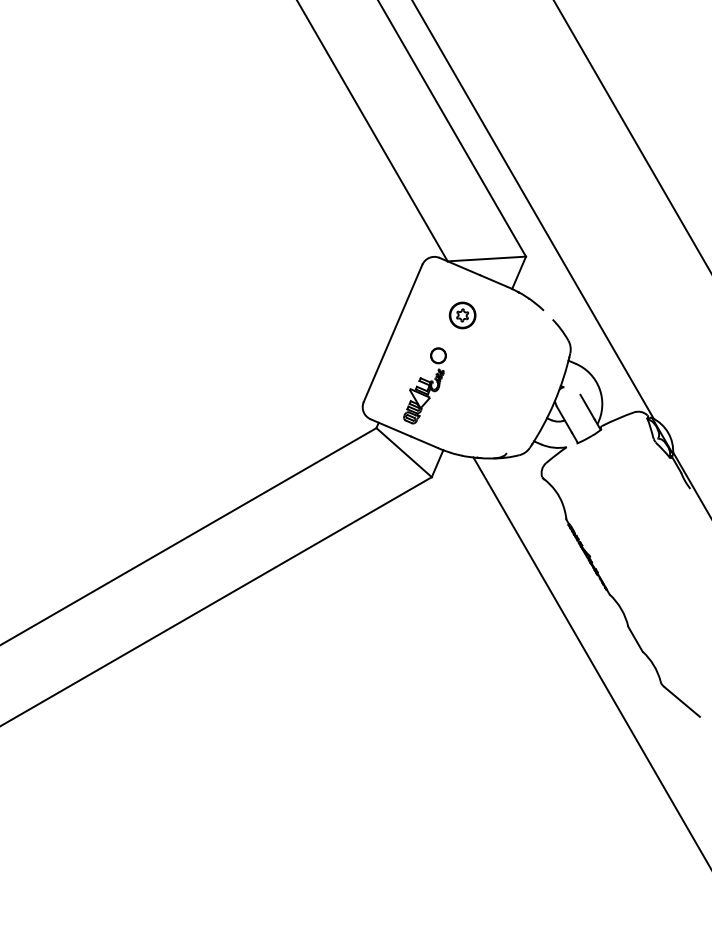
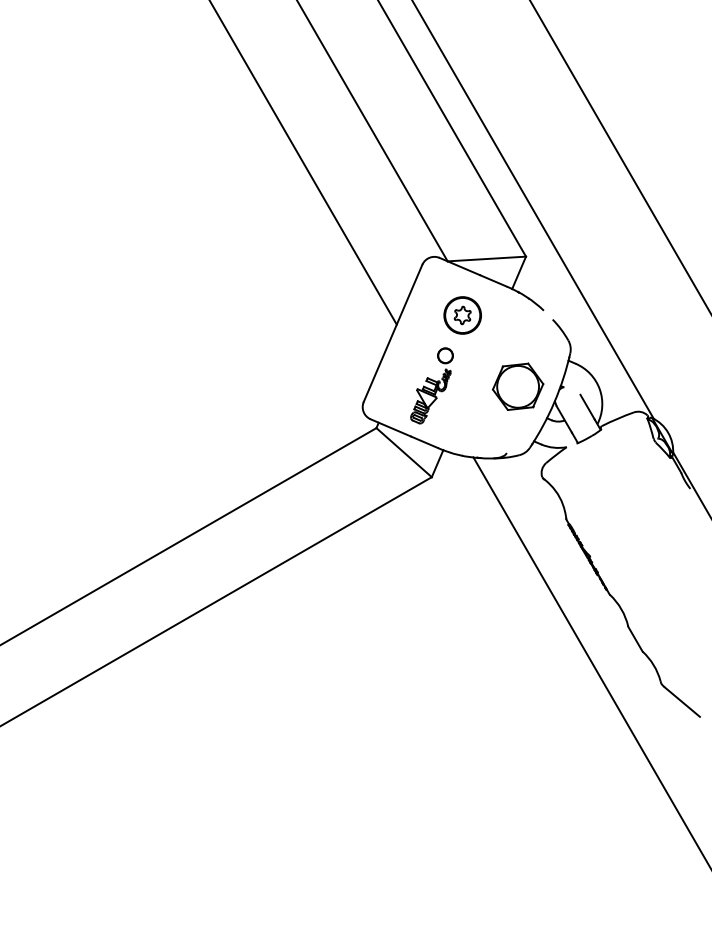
line at (631, 135) position: (631, 135) -> (619, 156)
line at (303, 163): none -> present
part at (462, 315) size: 29x29 px -> 39x39 px
part at (424, 385) position: (424, 385) -> (431, 385)
part at (517, 386): none -> present
